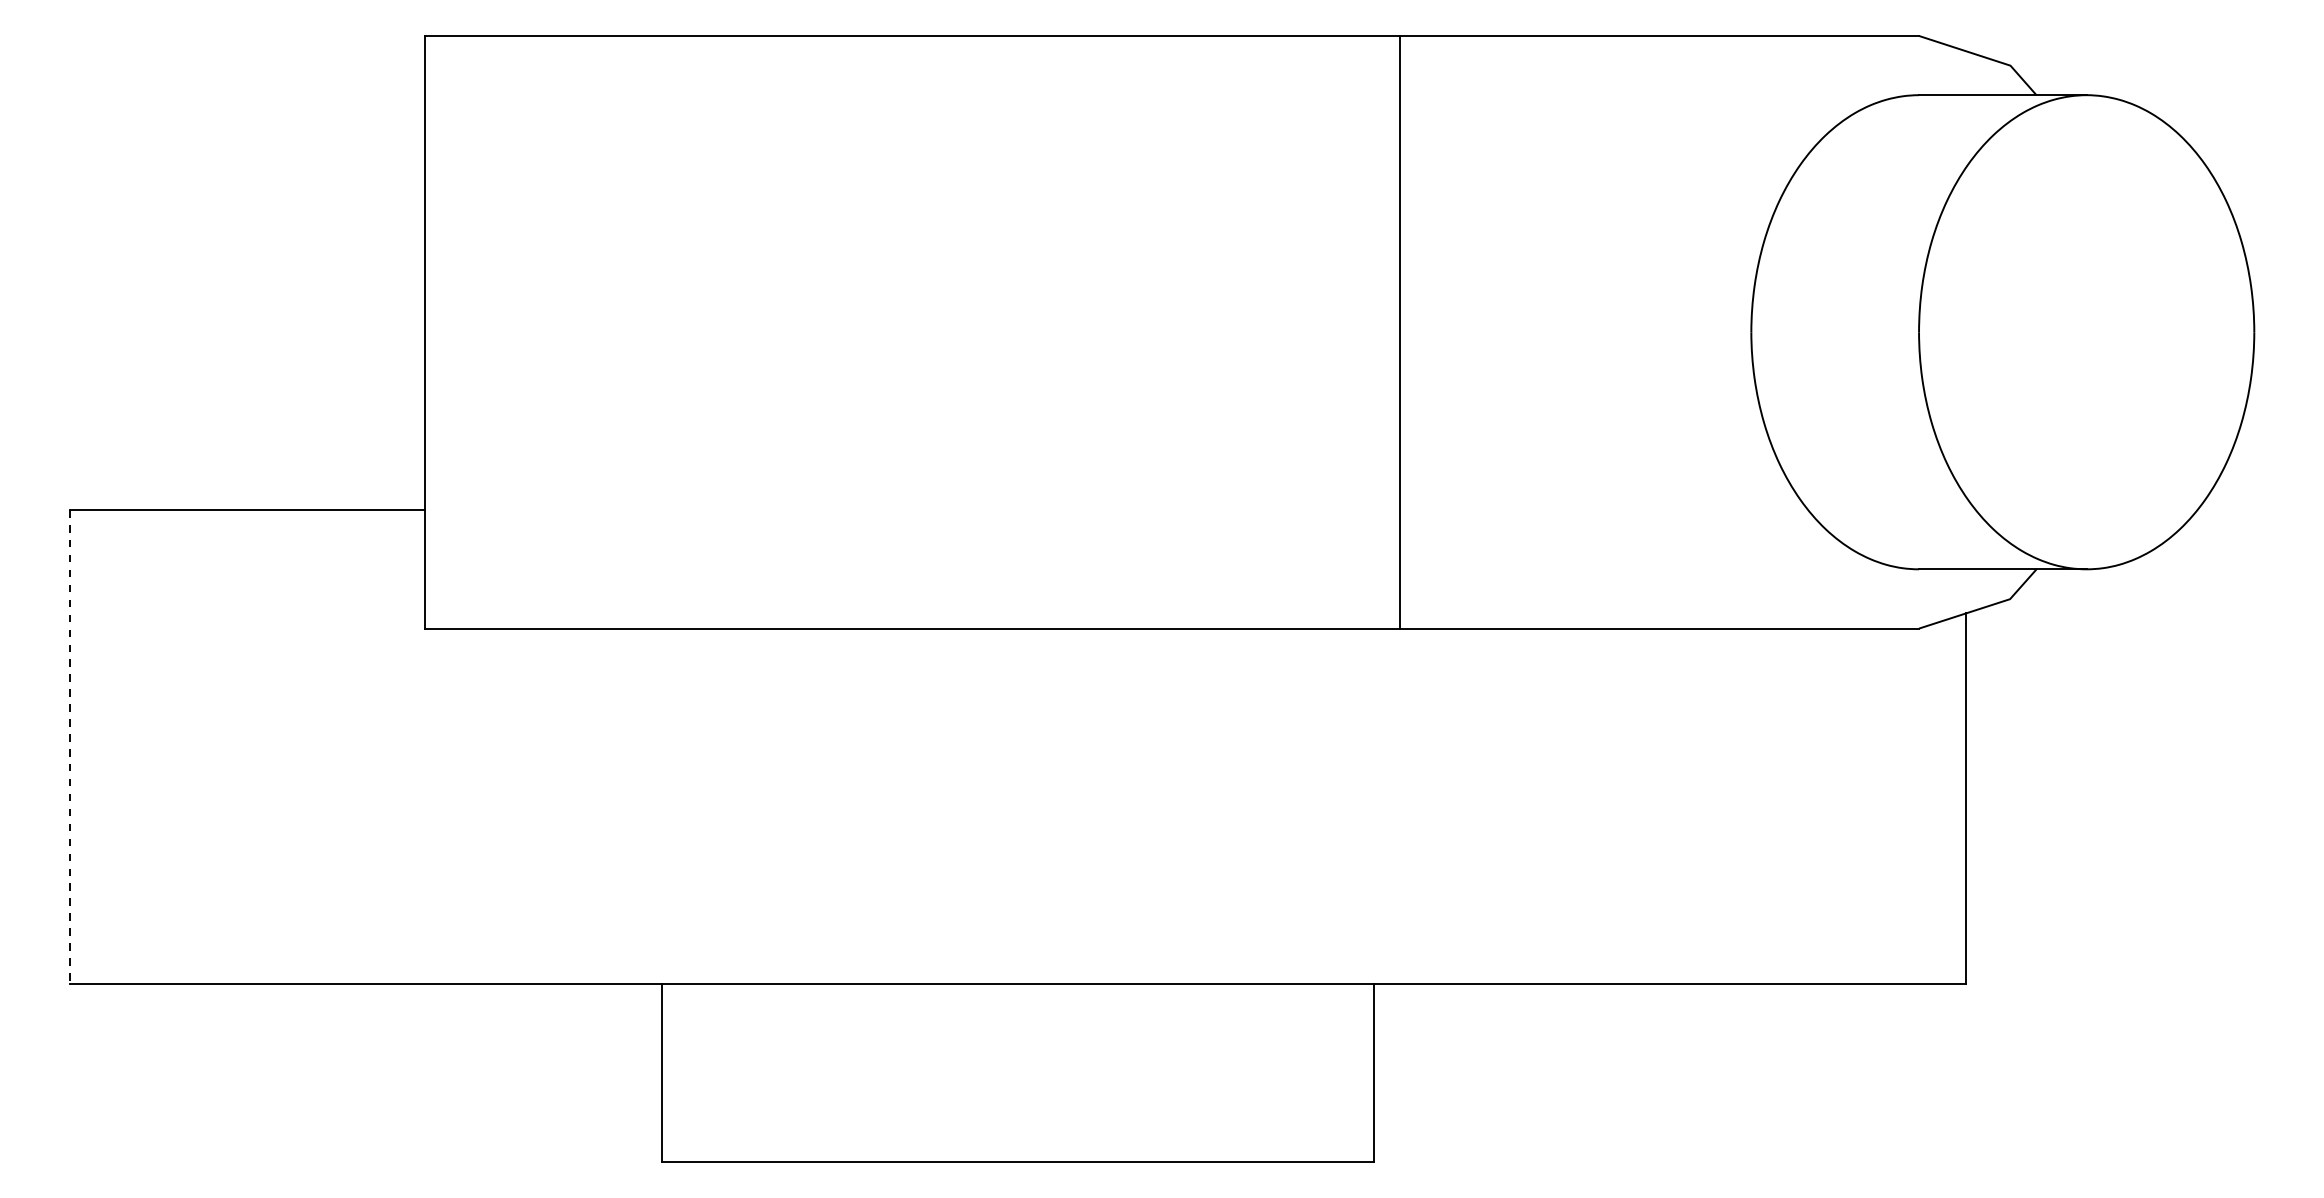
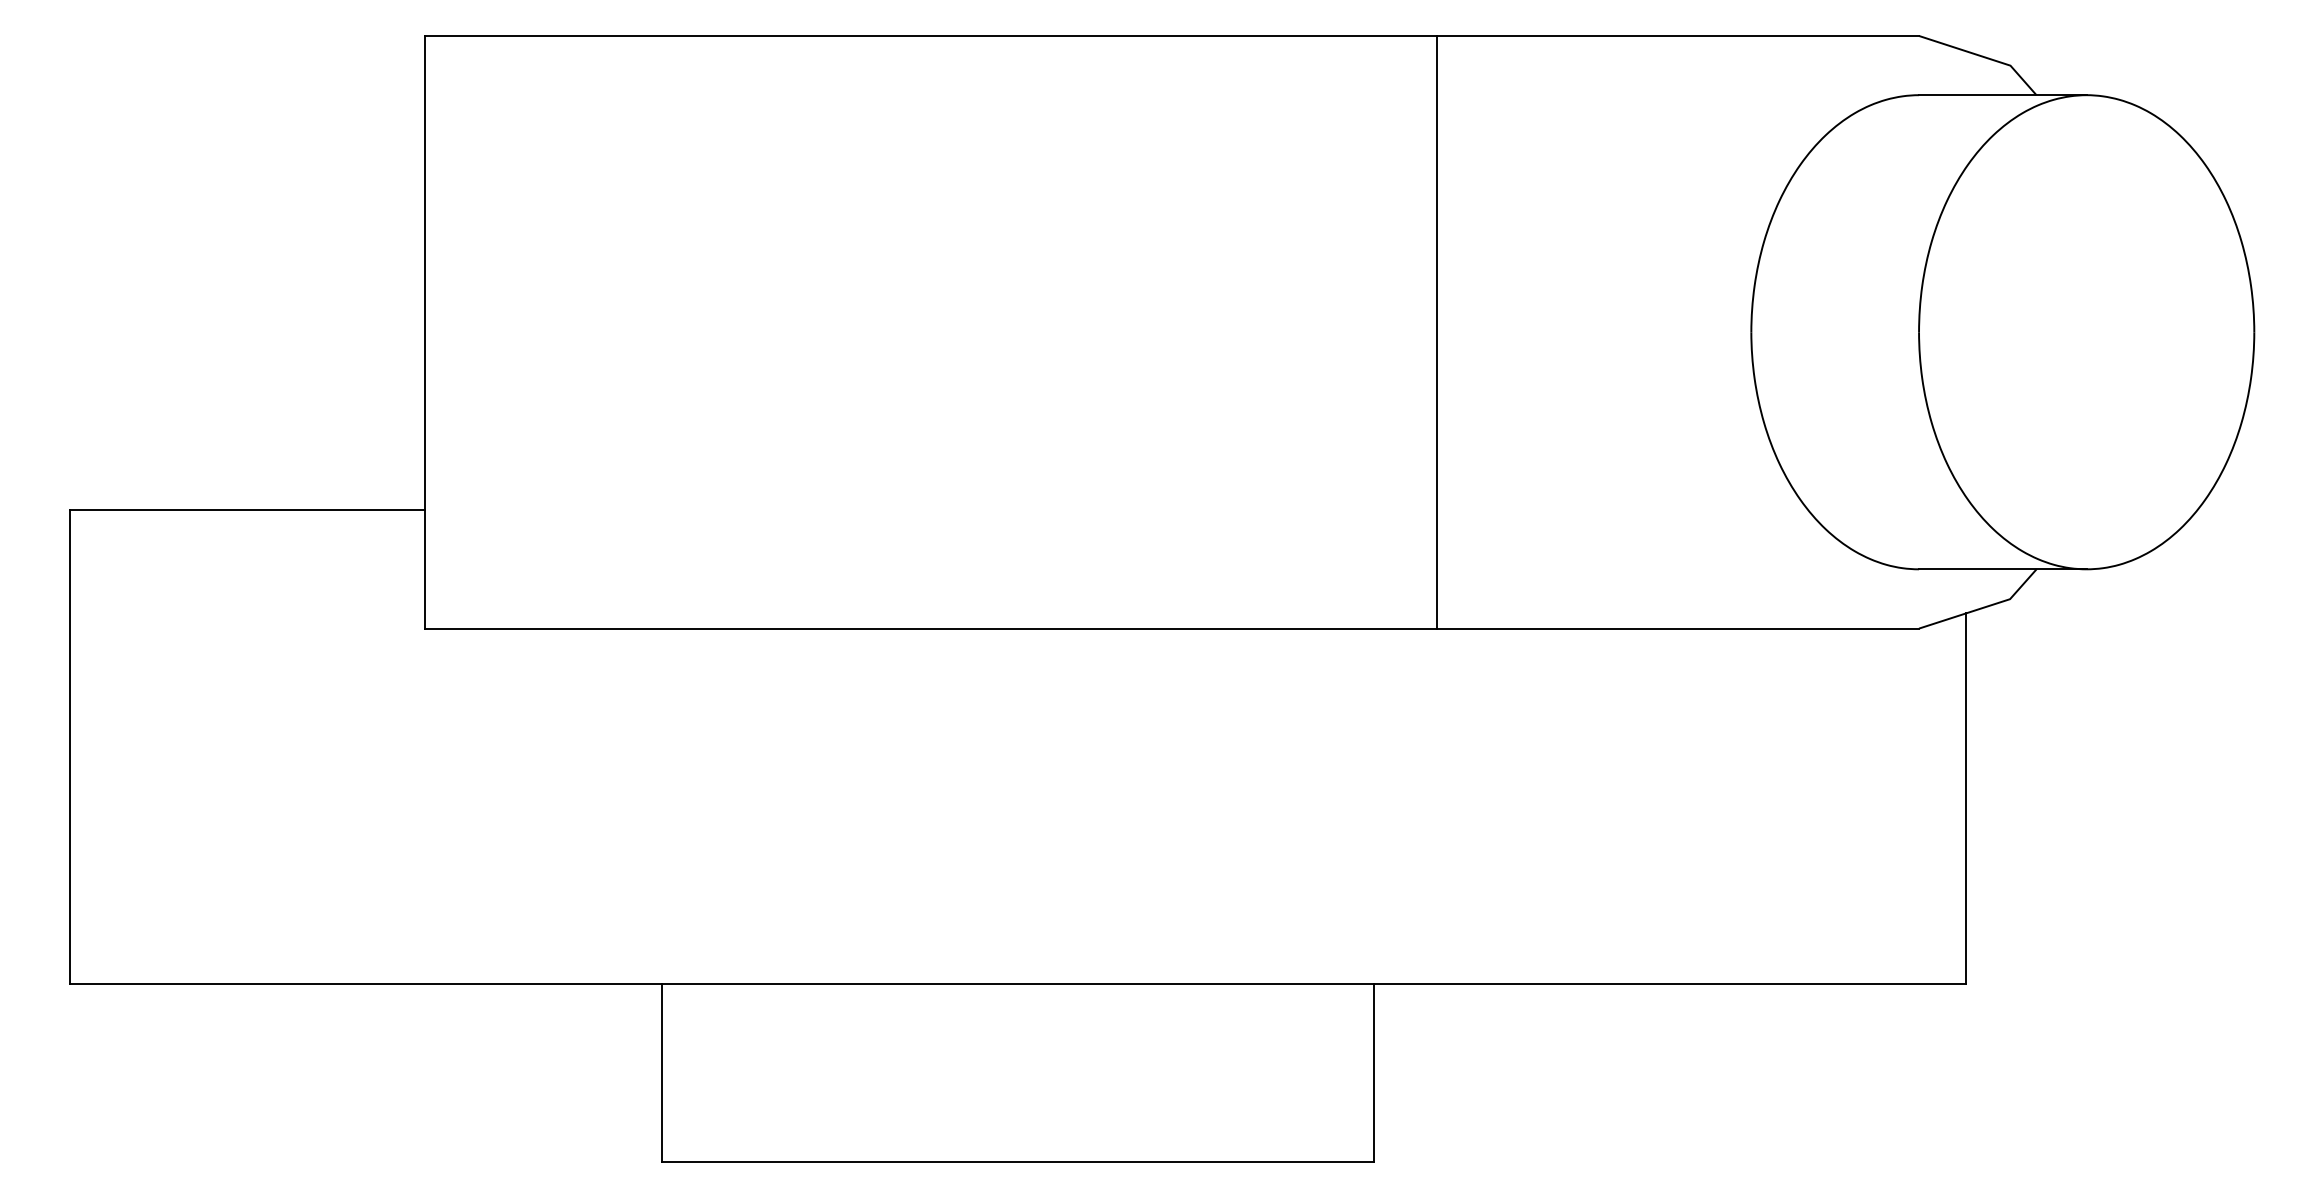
line at (1400, 331) position: (1400, 331) -> (1437, 331)
line at (69, 747): dashed -> solid
